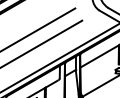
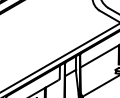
line at (38, 29): present -> none
line at (42, 43): present -> none
